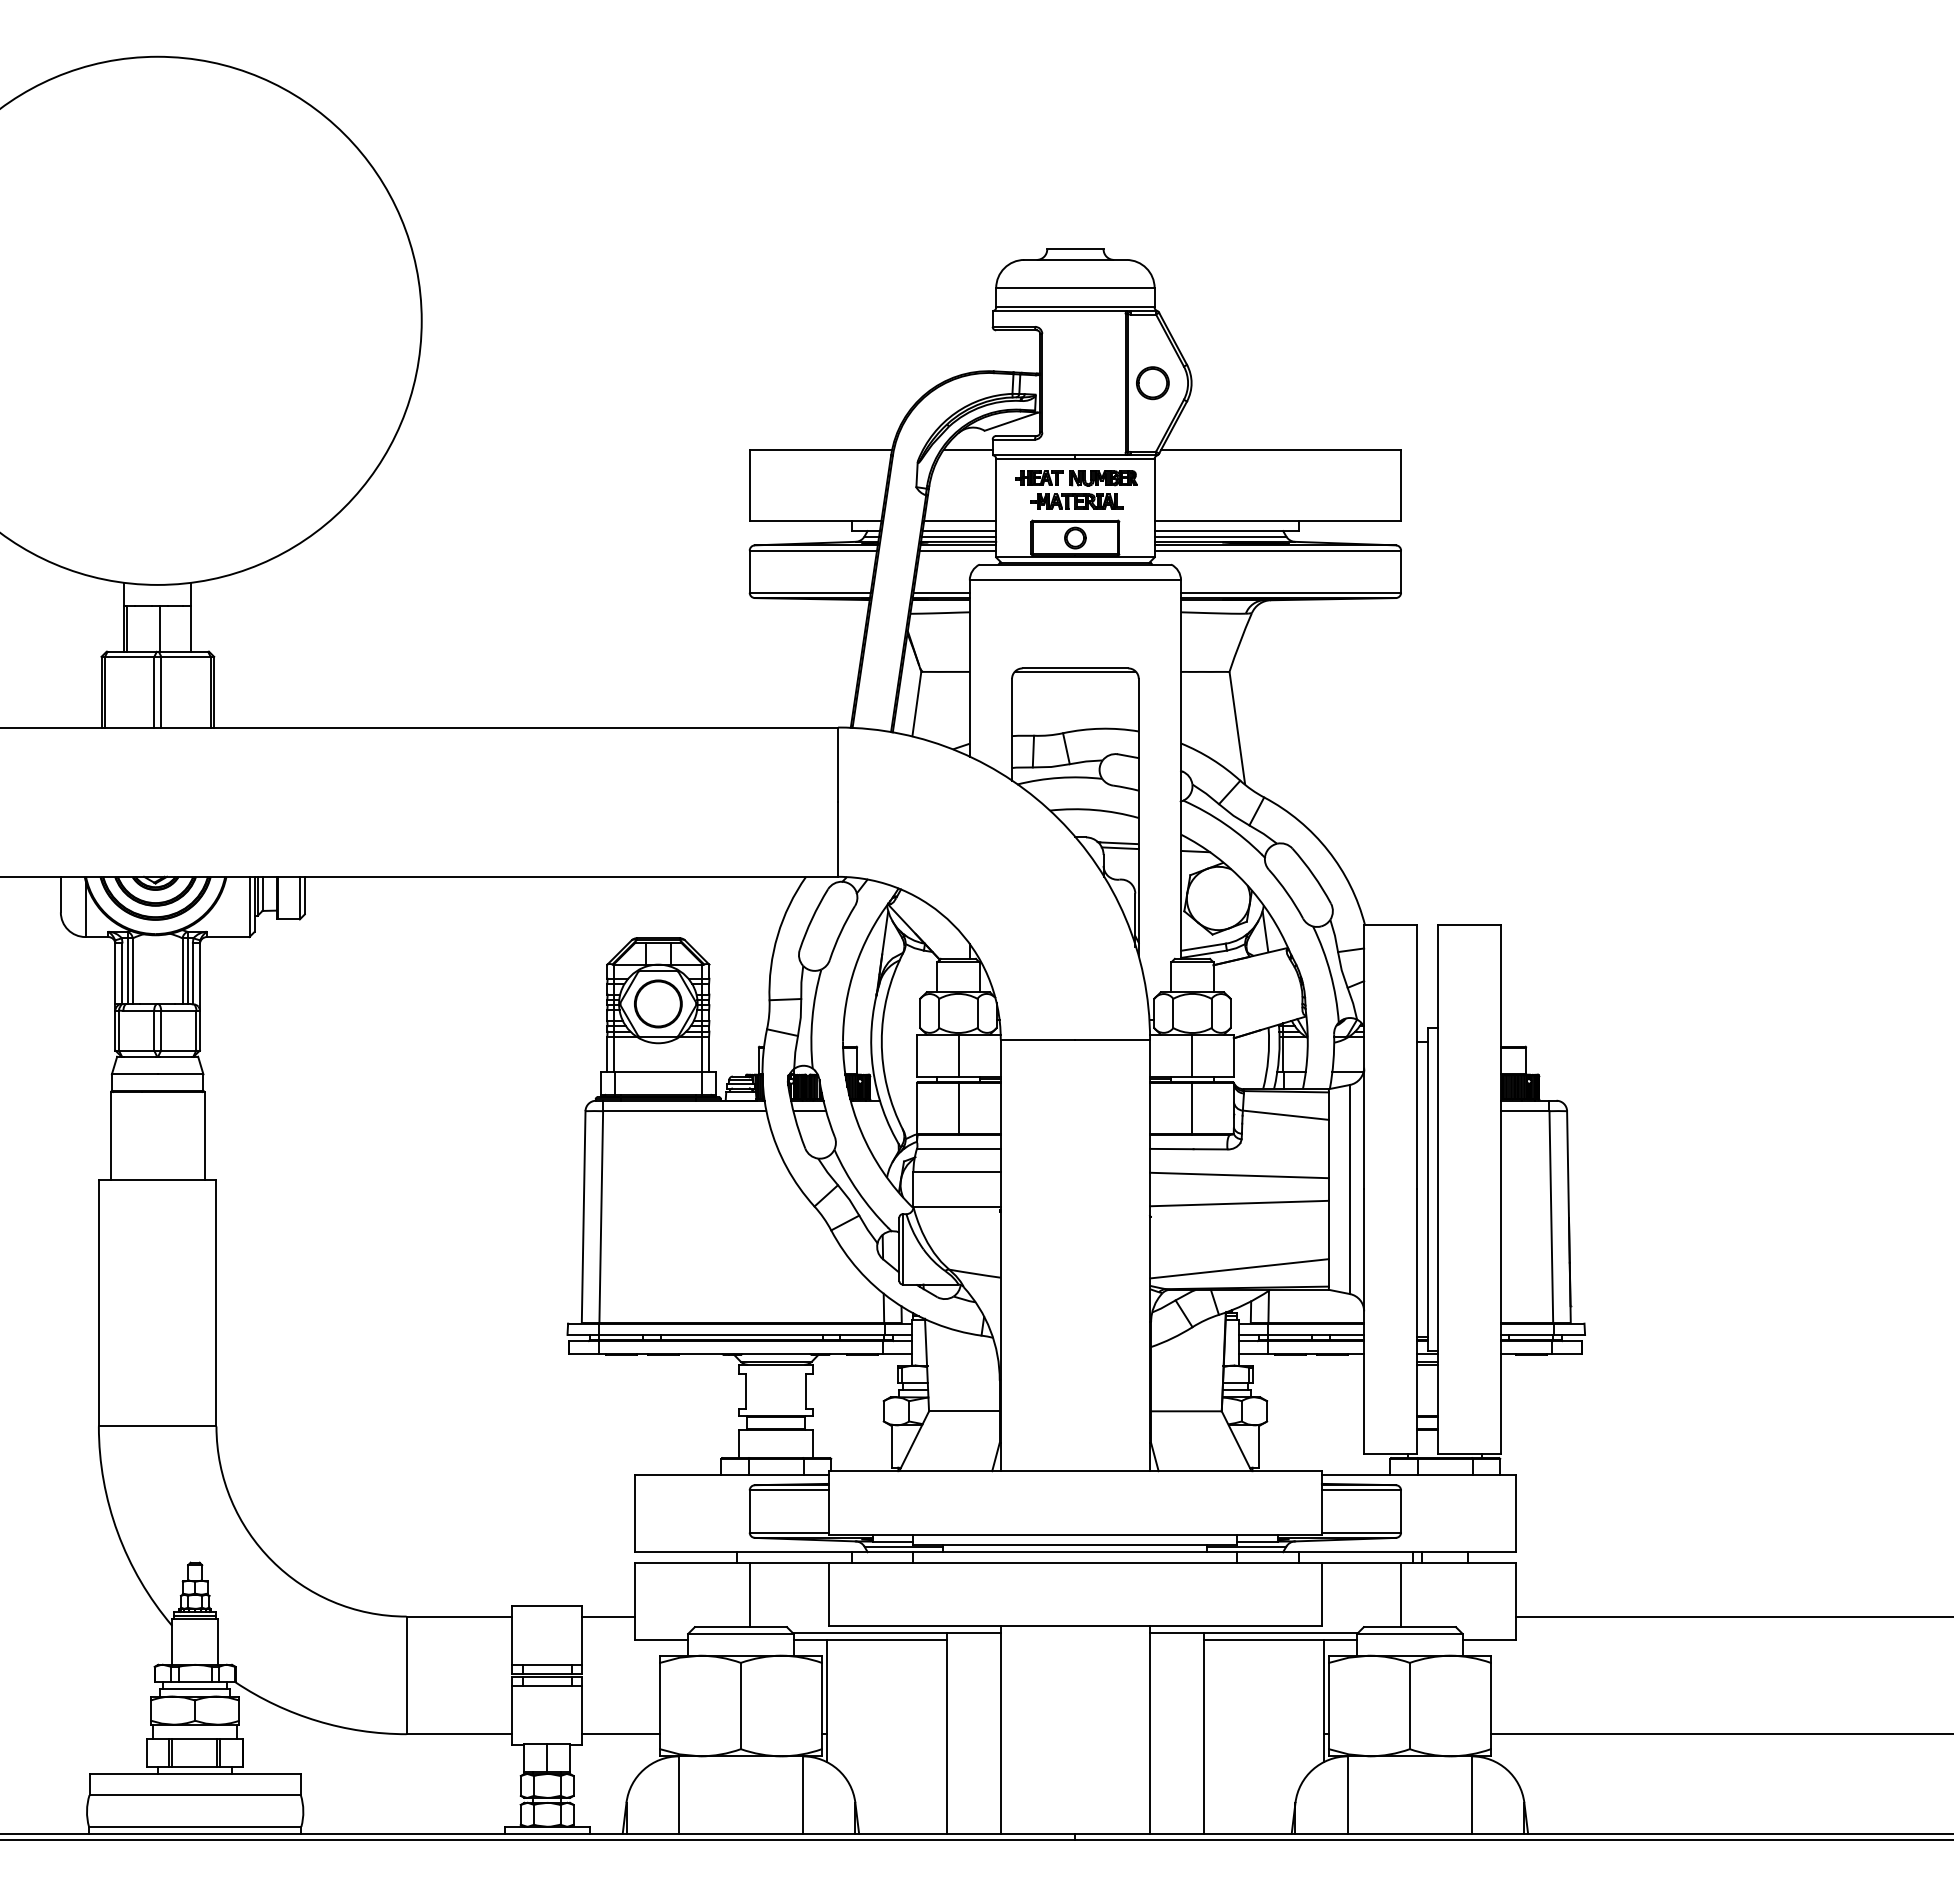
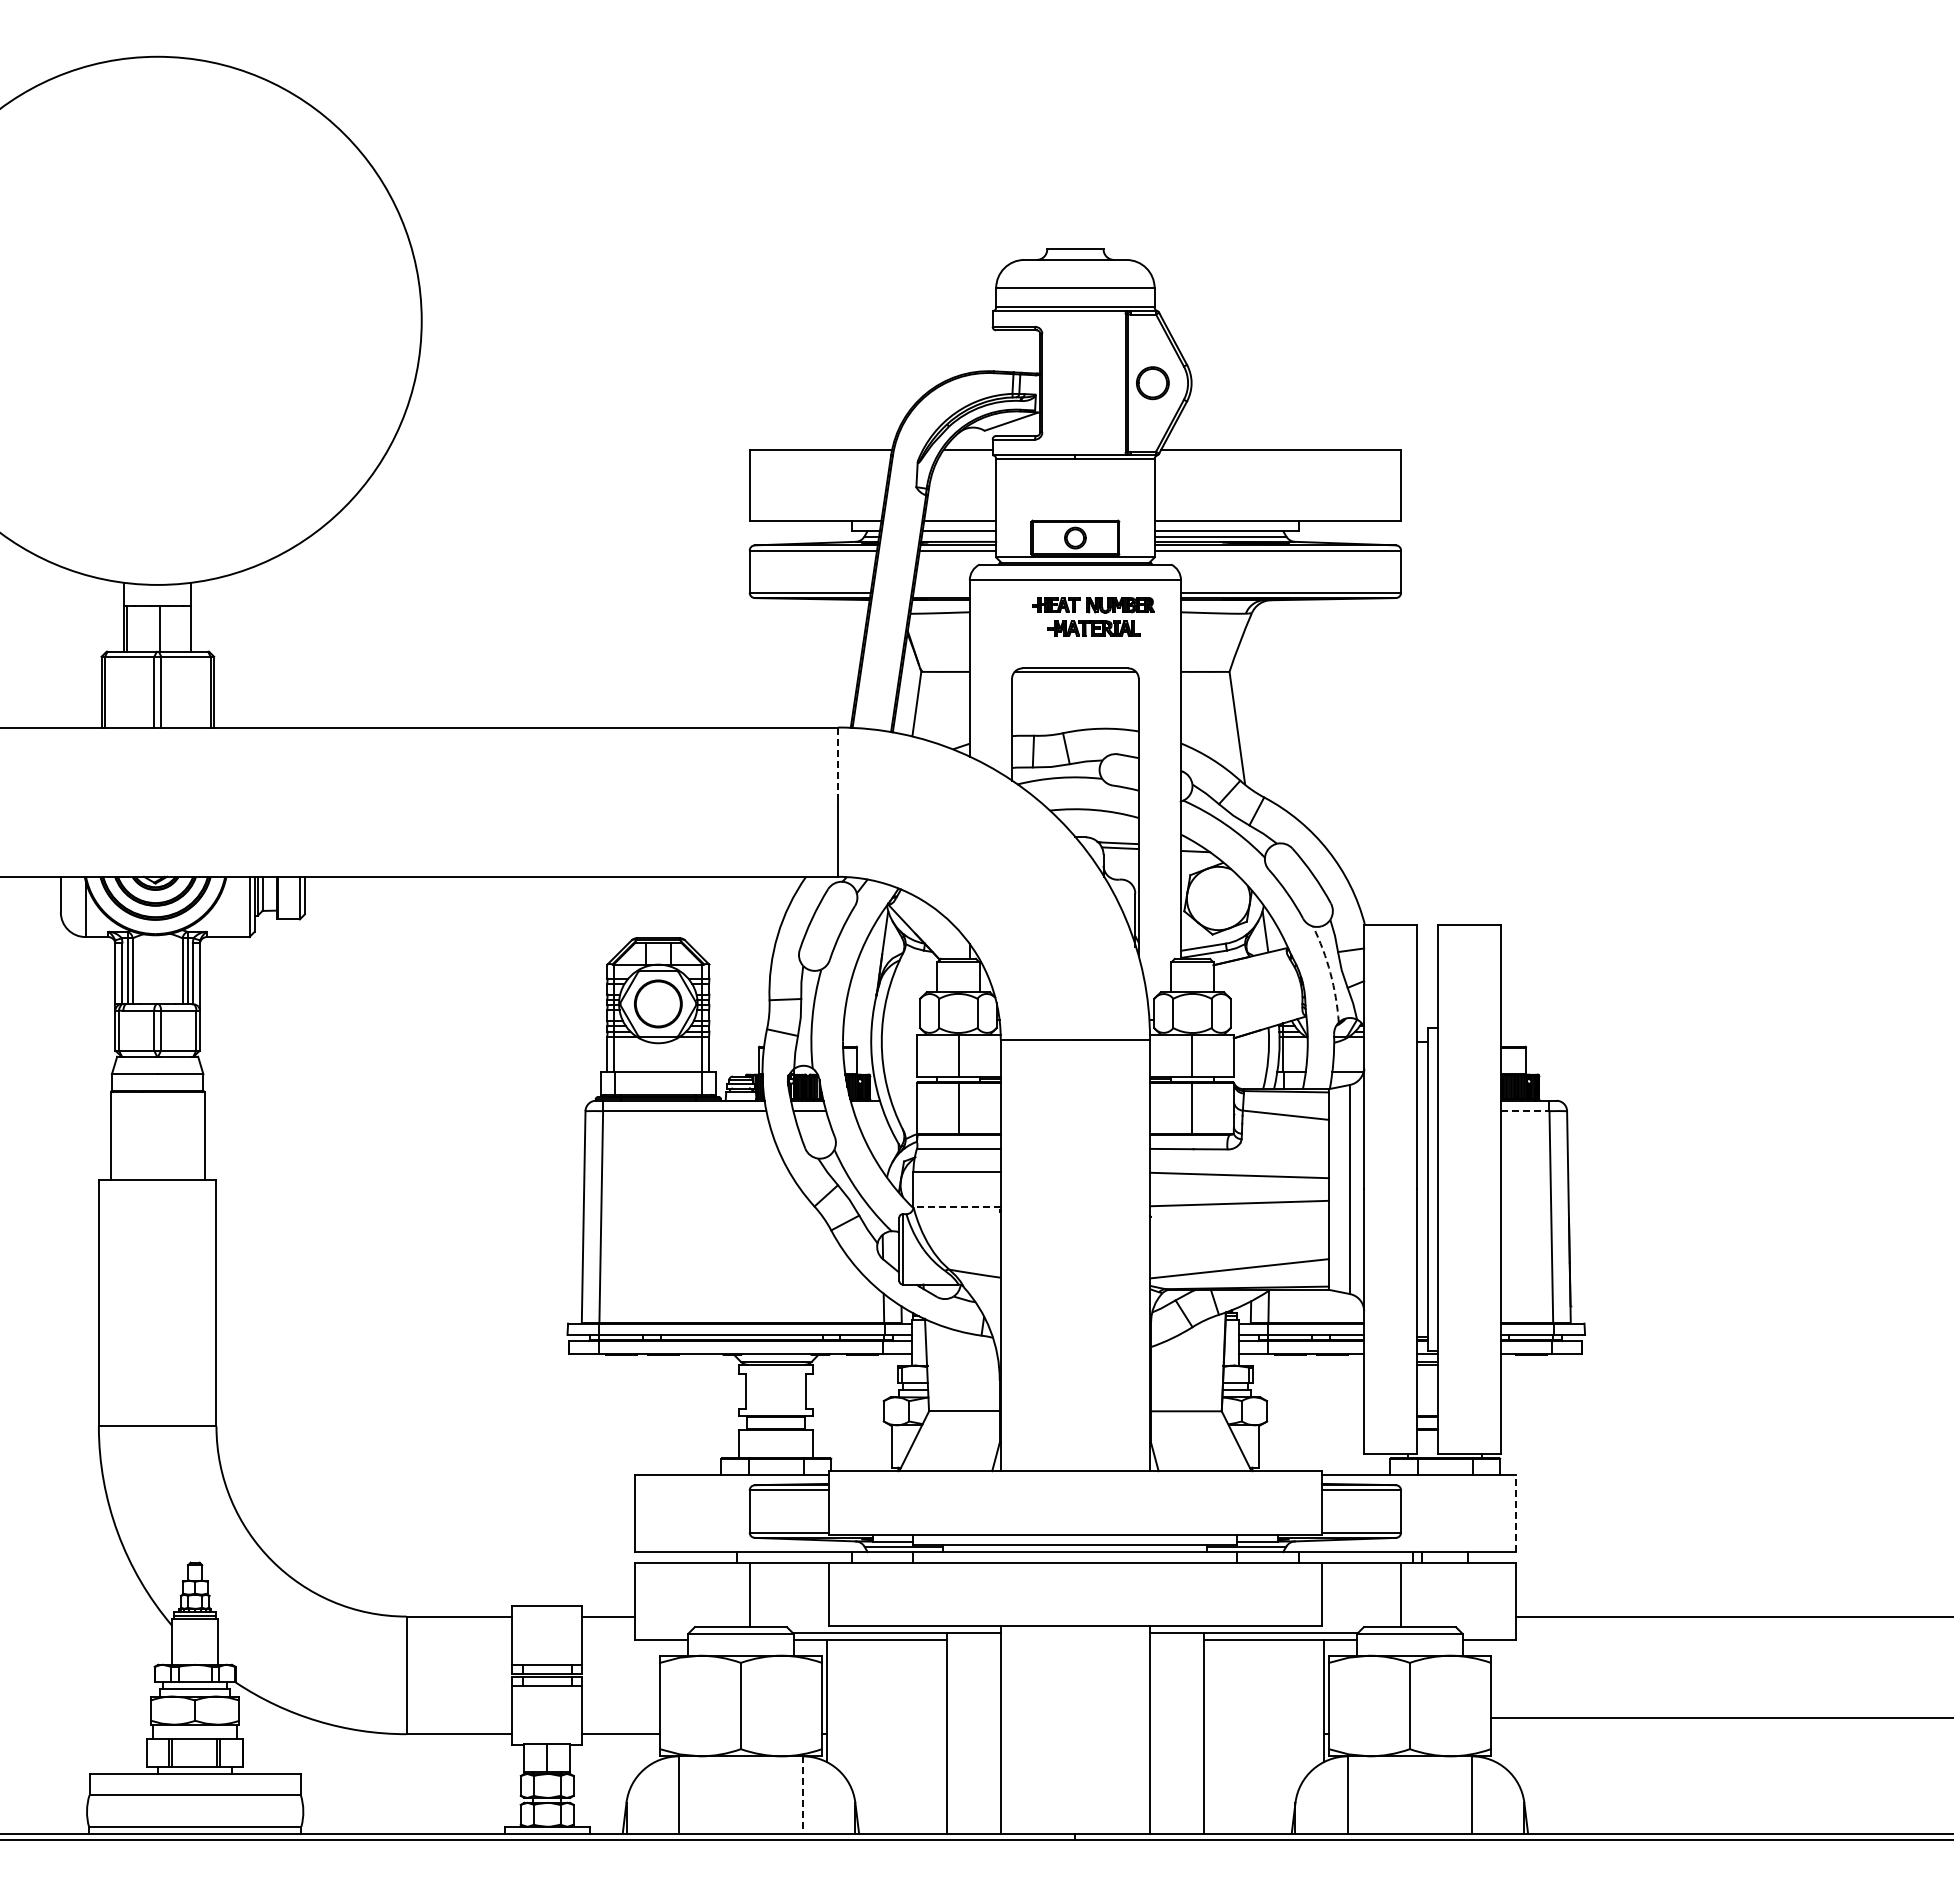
part at (1076, 489) position: (1076, 489) -> (1093, 616)
line at (958, 536): present -> none
line at (941, 592): present -> none
line at (838, 765): solid -> dashed
arc at (1330, 973): solid -> dashed
line at (1525, 1111): solid -> dashed
line at (957, 1207): solid -> dashed
line at (1515, 1513): solid -> dashed
line at (1720, 1734) position: (1720, 1734) -> (1720, 1718)
line at (802, 1795): solid -> dashed
